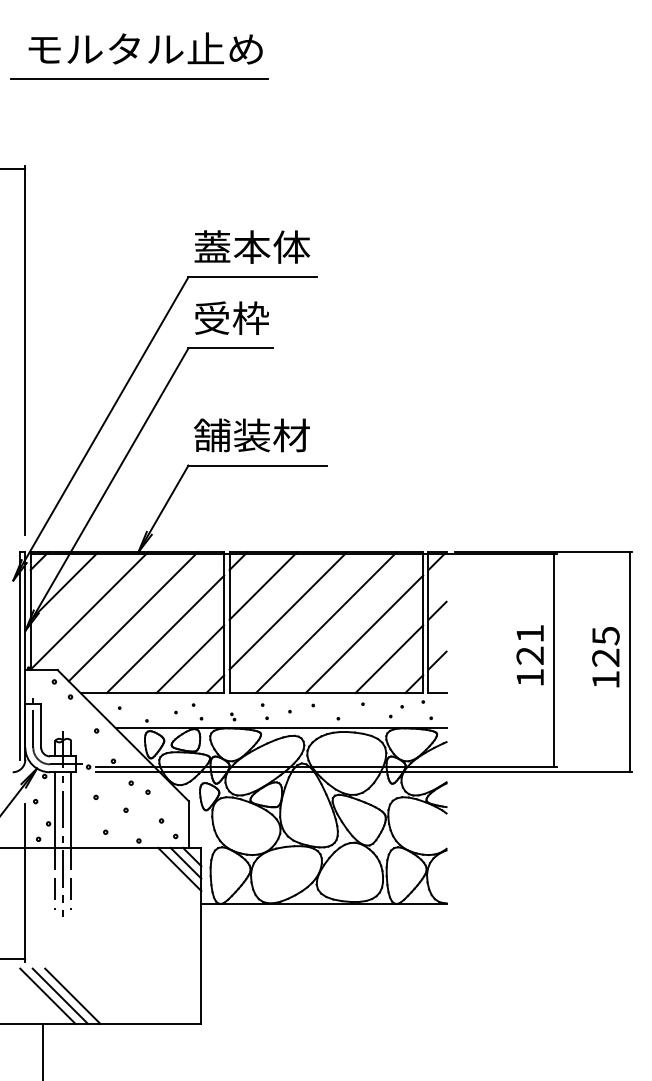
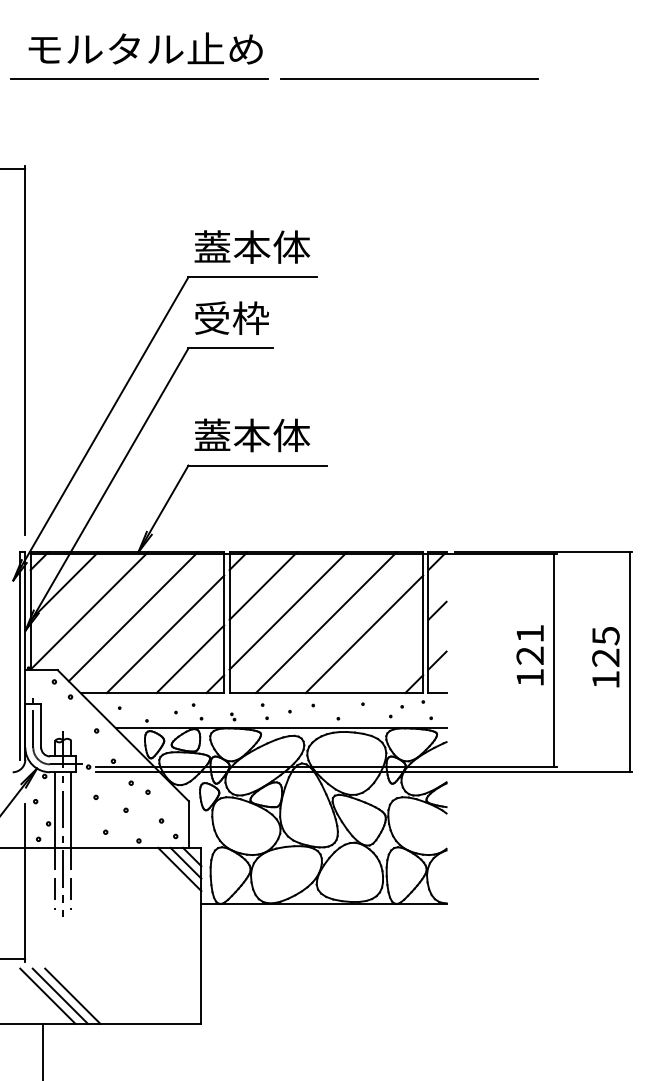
line at (409, 78): none -> present
text at (251, 435): 舗装材 -> 蓋本体
line at (389, 659): present -> none
